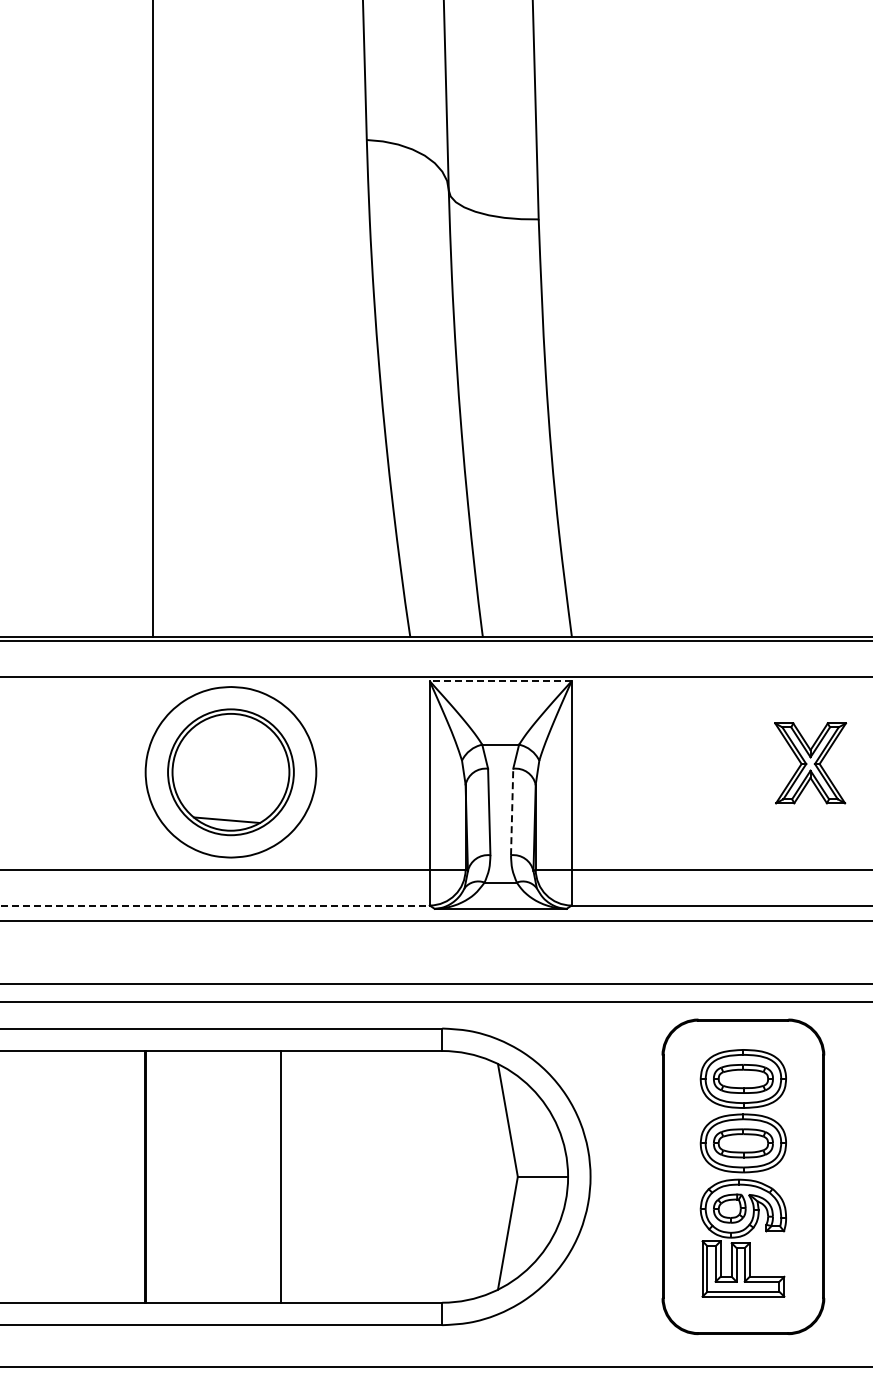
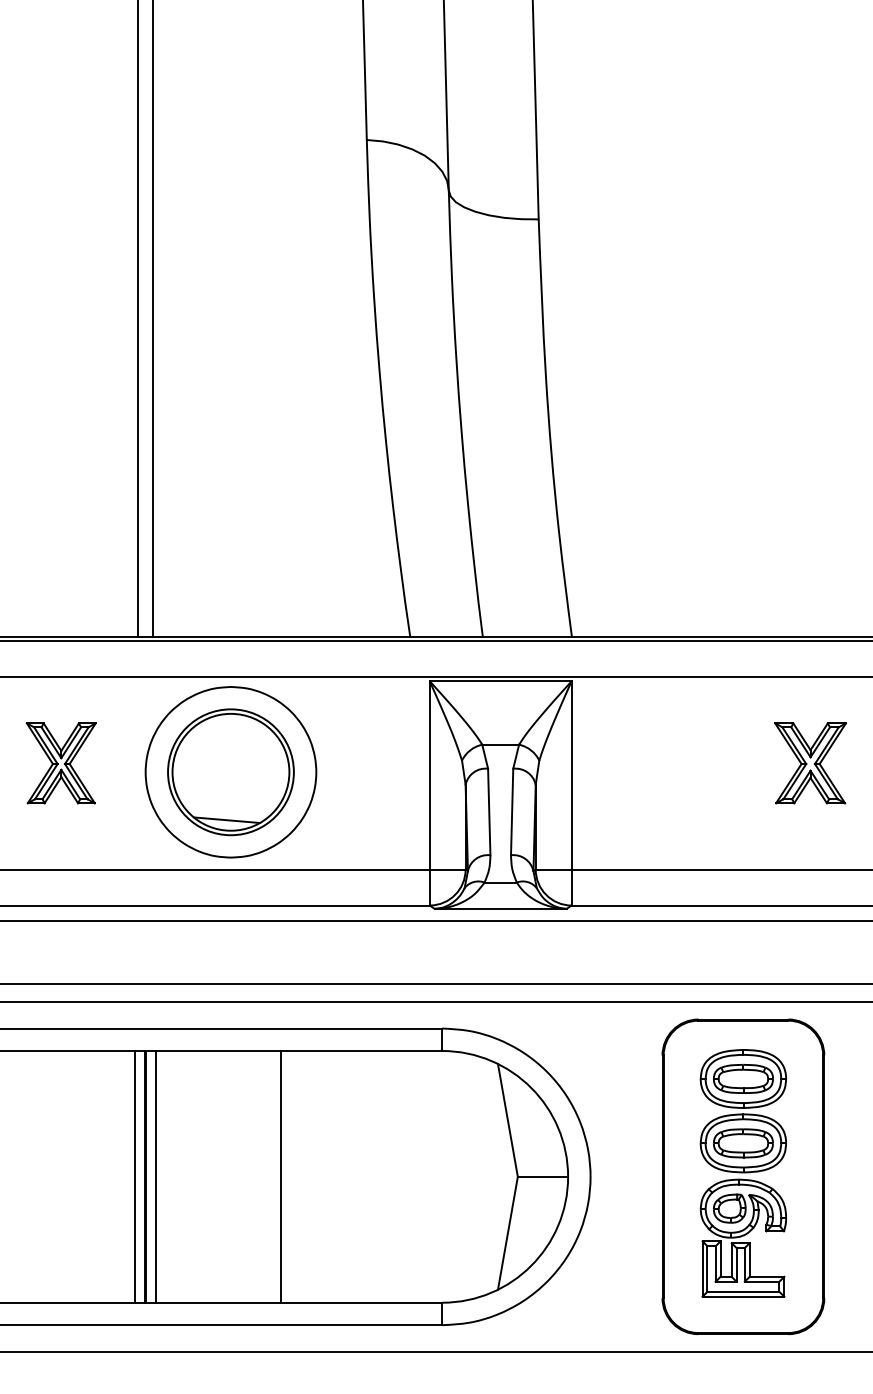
line at (137, 319): none -> present
line at (500, 681): dashed -> solid
part at (60, 763): none -> present
line at (512, 811): dashed -> solid
line at (215, 905): dashed -> solid
line at (135, 1176): none -> present
line at (155, 1176): none -> present
line at (435, 1367) position: (435, 1367) -> (435, 1352)
